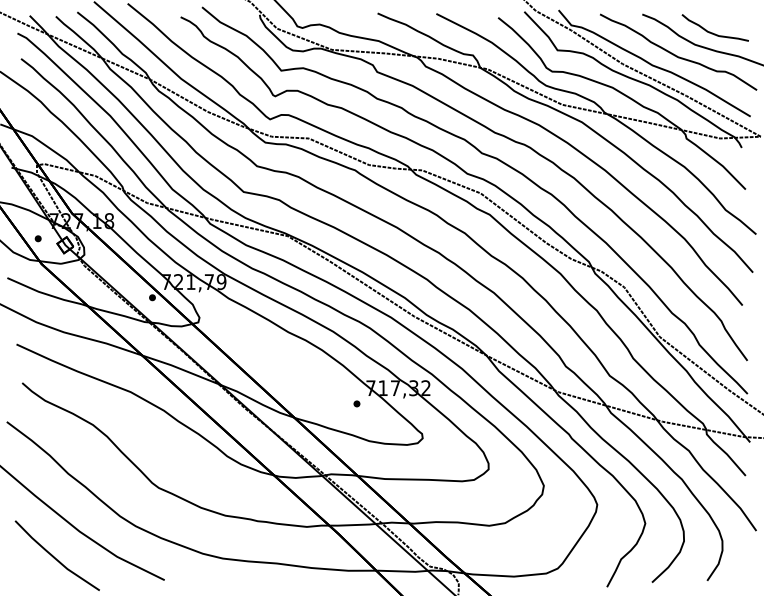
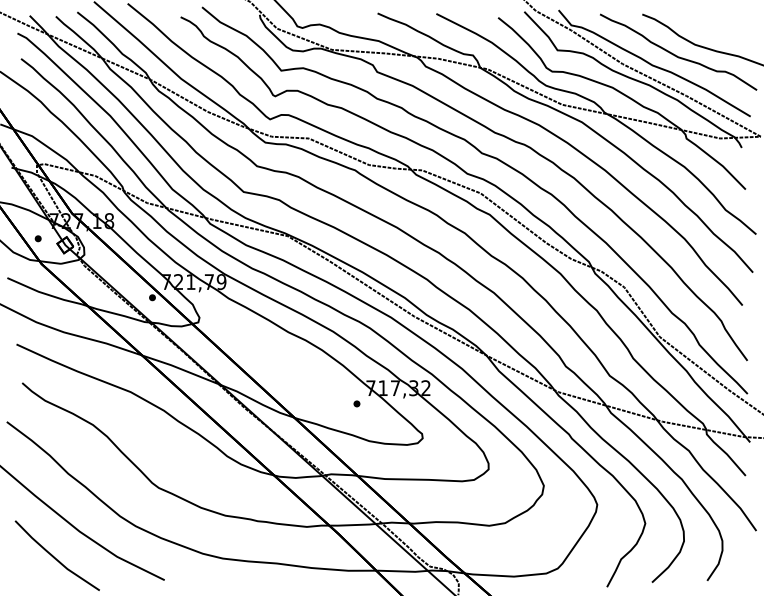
curve at (712, 32): present -> none
